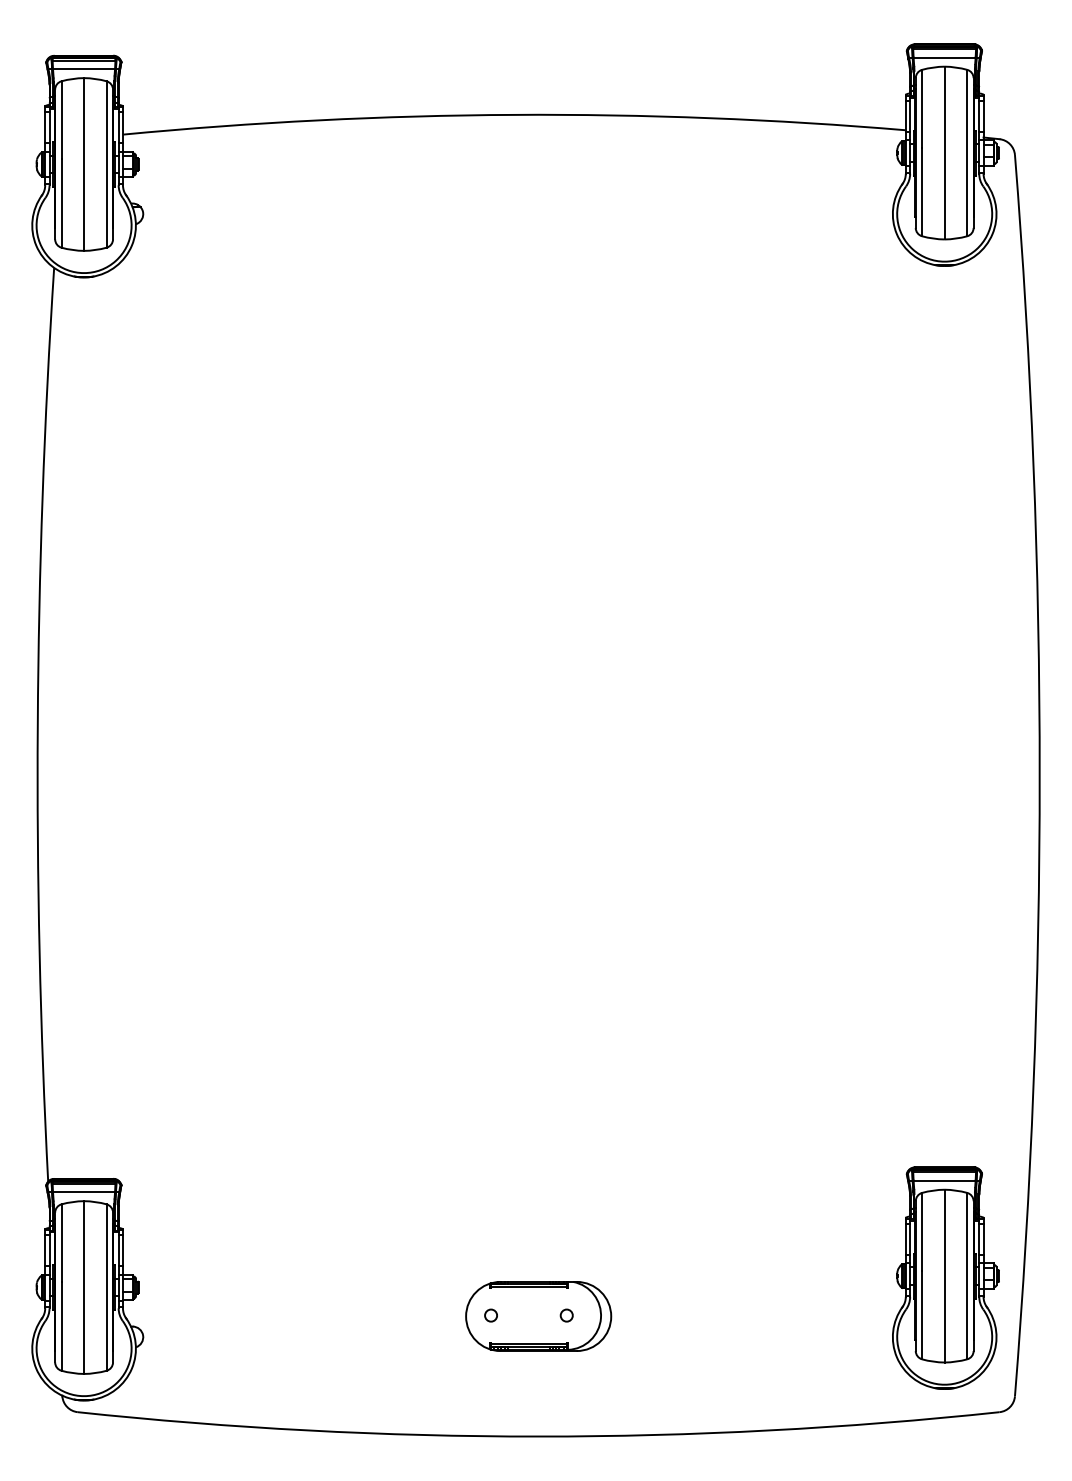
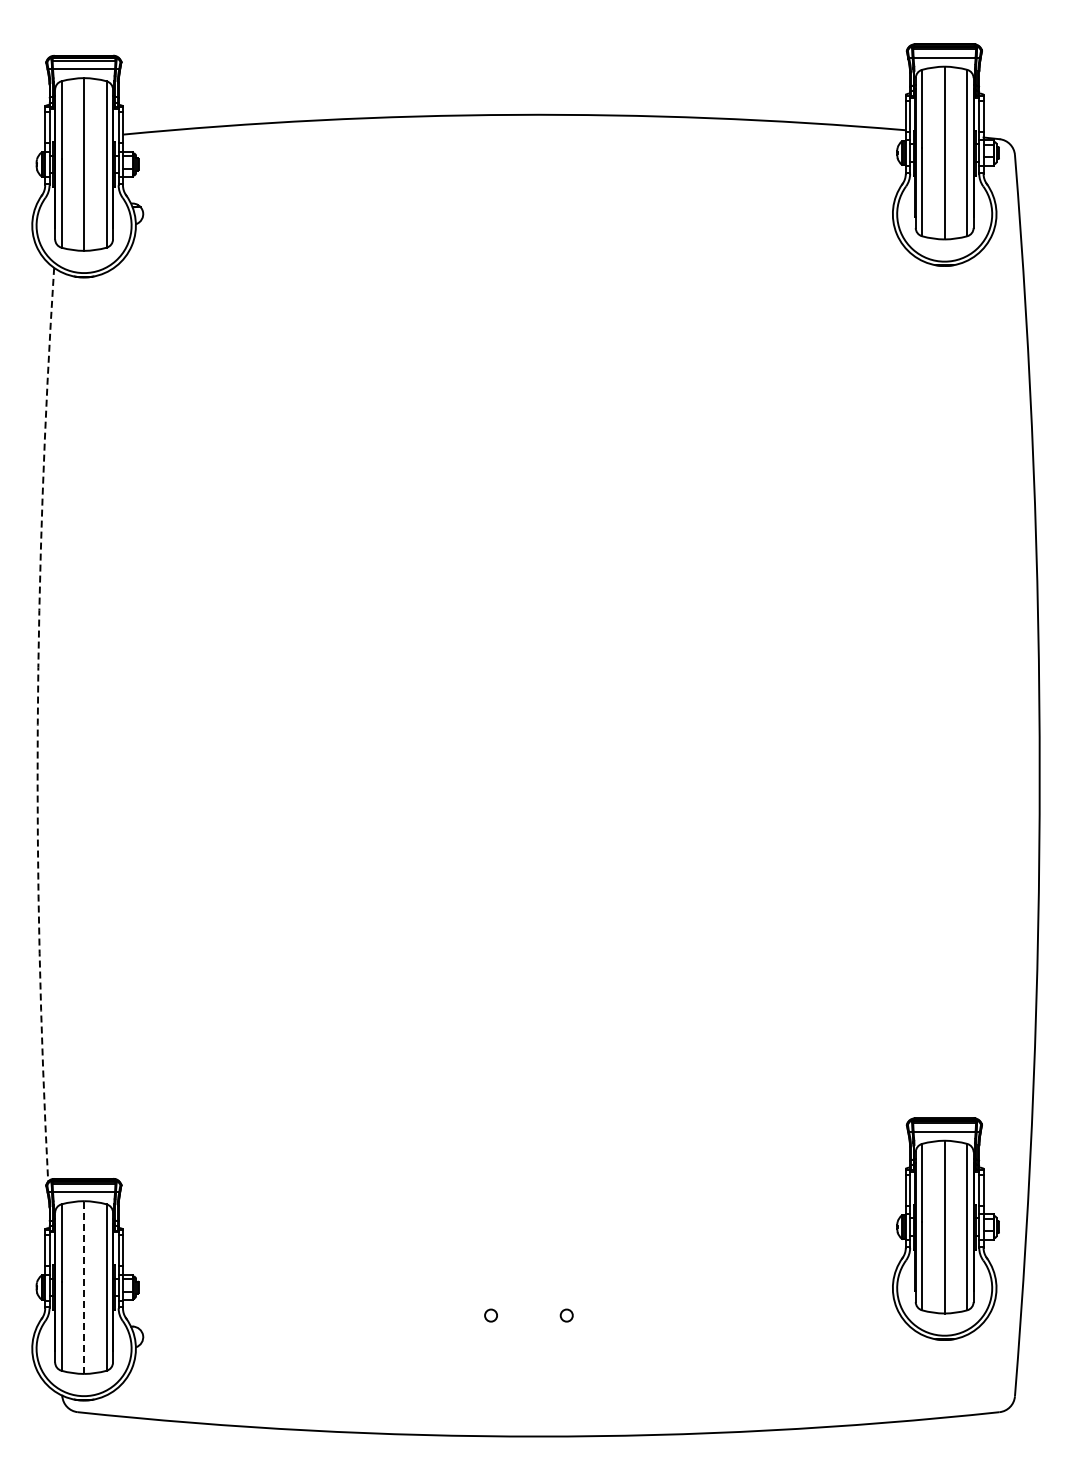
arc at (37, 724): solid -> dashed
part at (945, 1277) position: (945, 1277) -> (945, 1228)
line at (84, 1287): solid -> dashed
part at (538, 1316): present -> none
